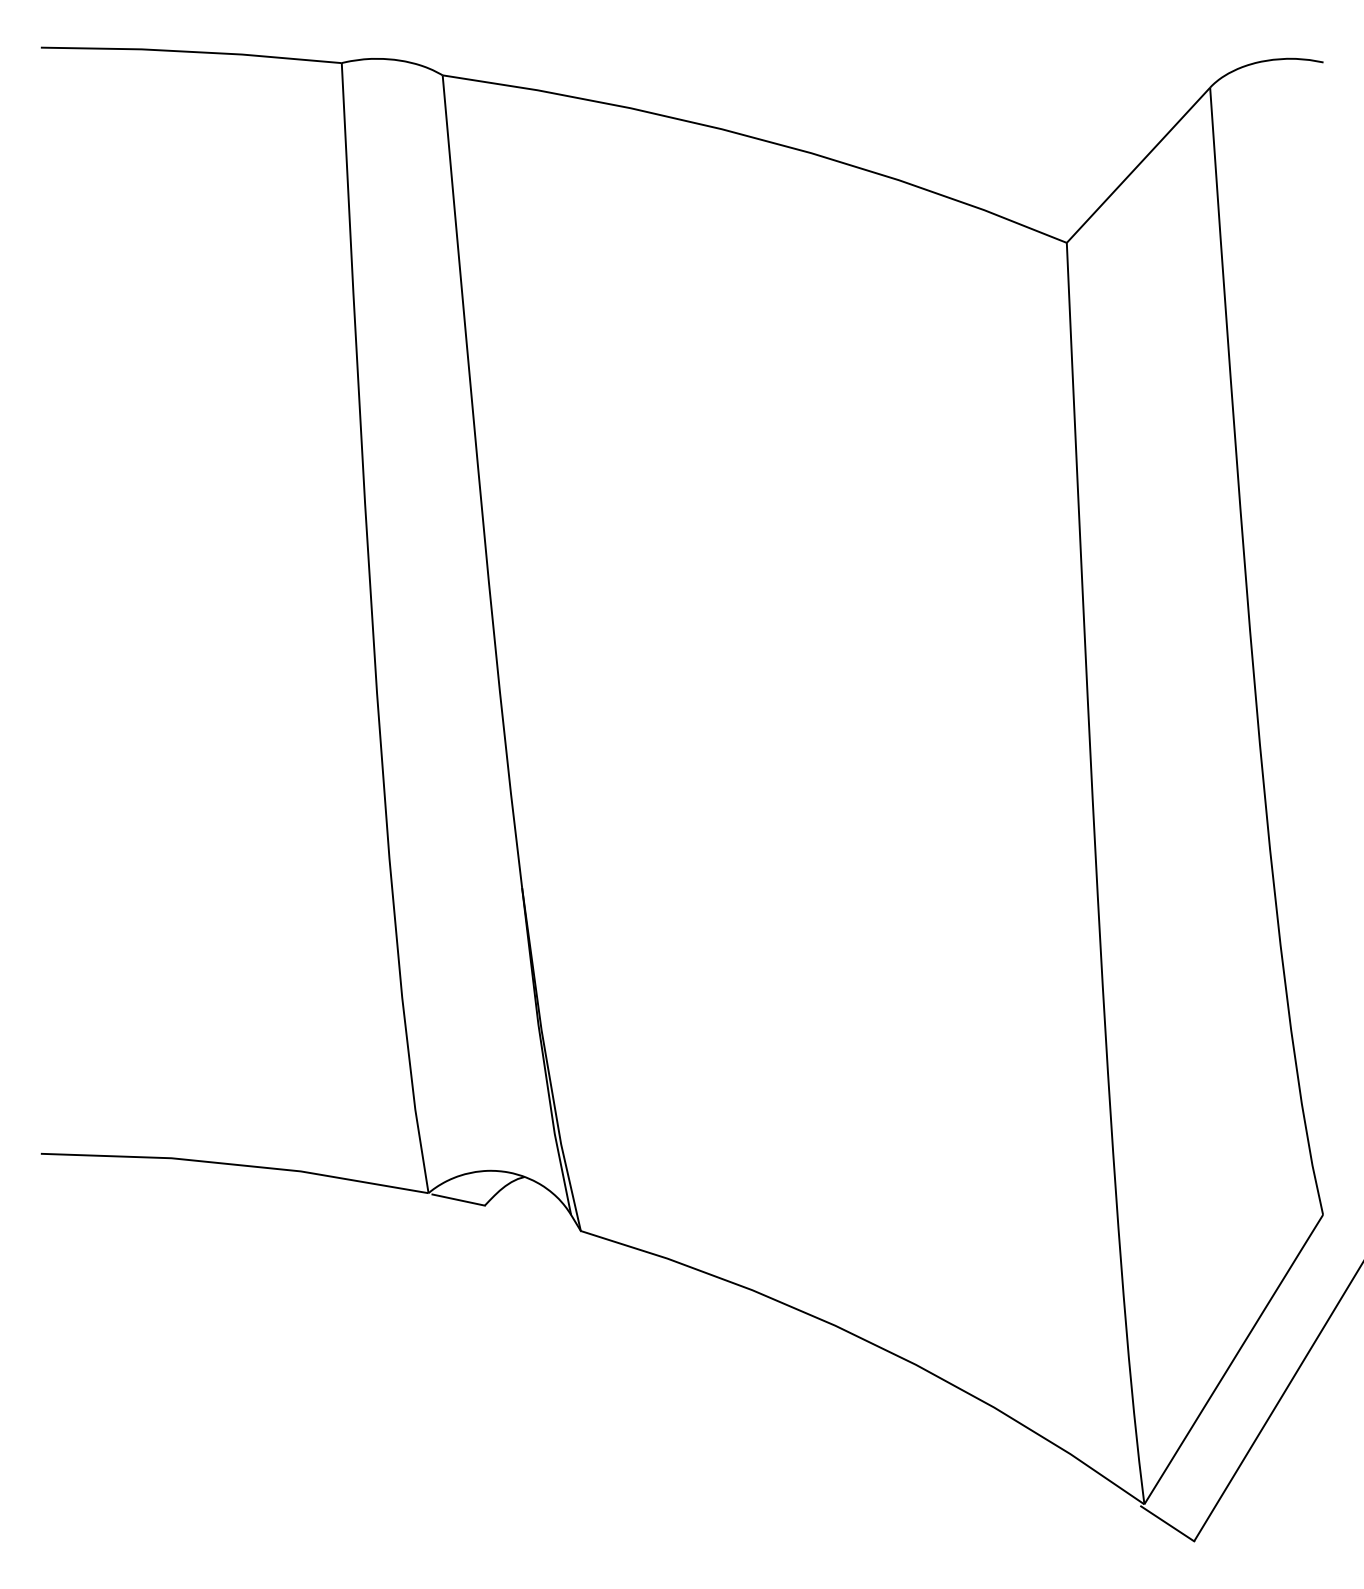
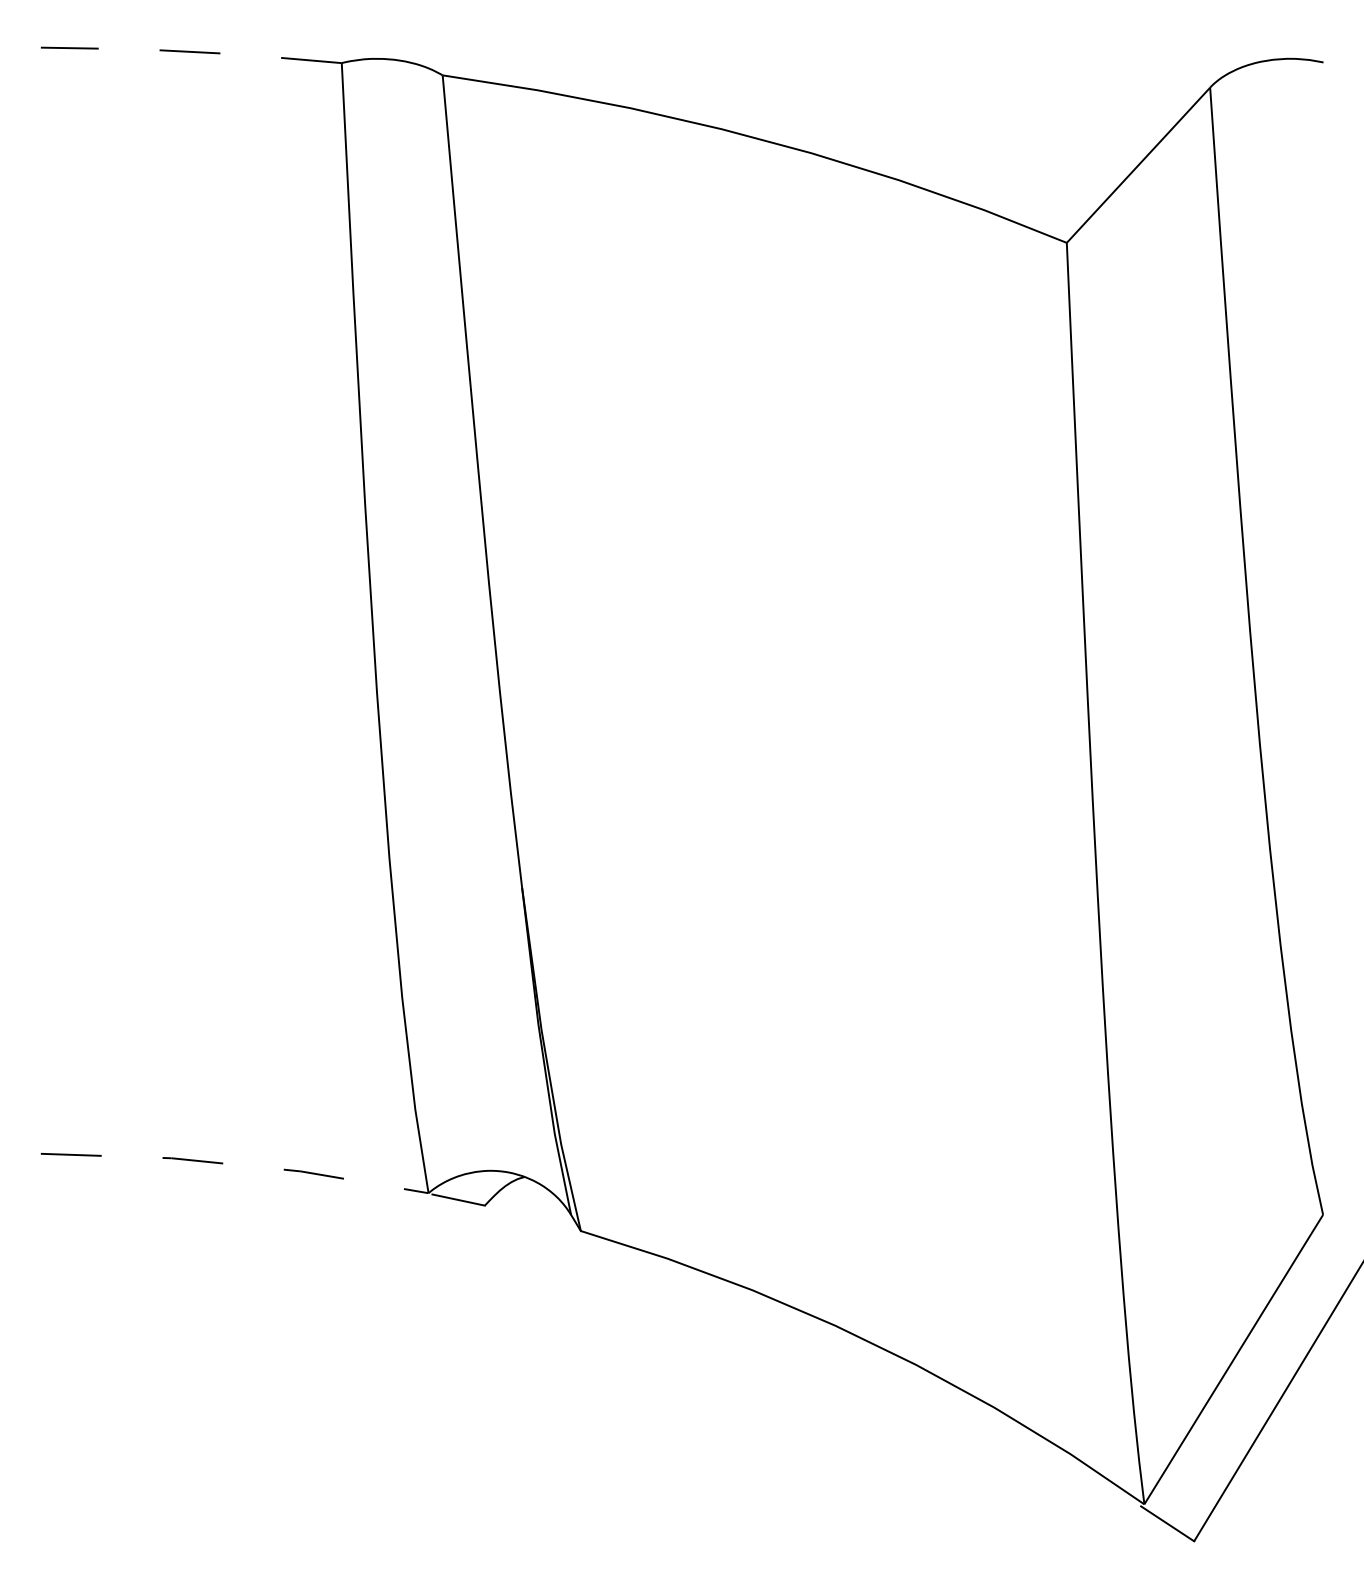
line at (191, 51): solid -> dashed
line at (236, 1164): solid -> dashed
